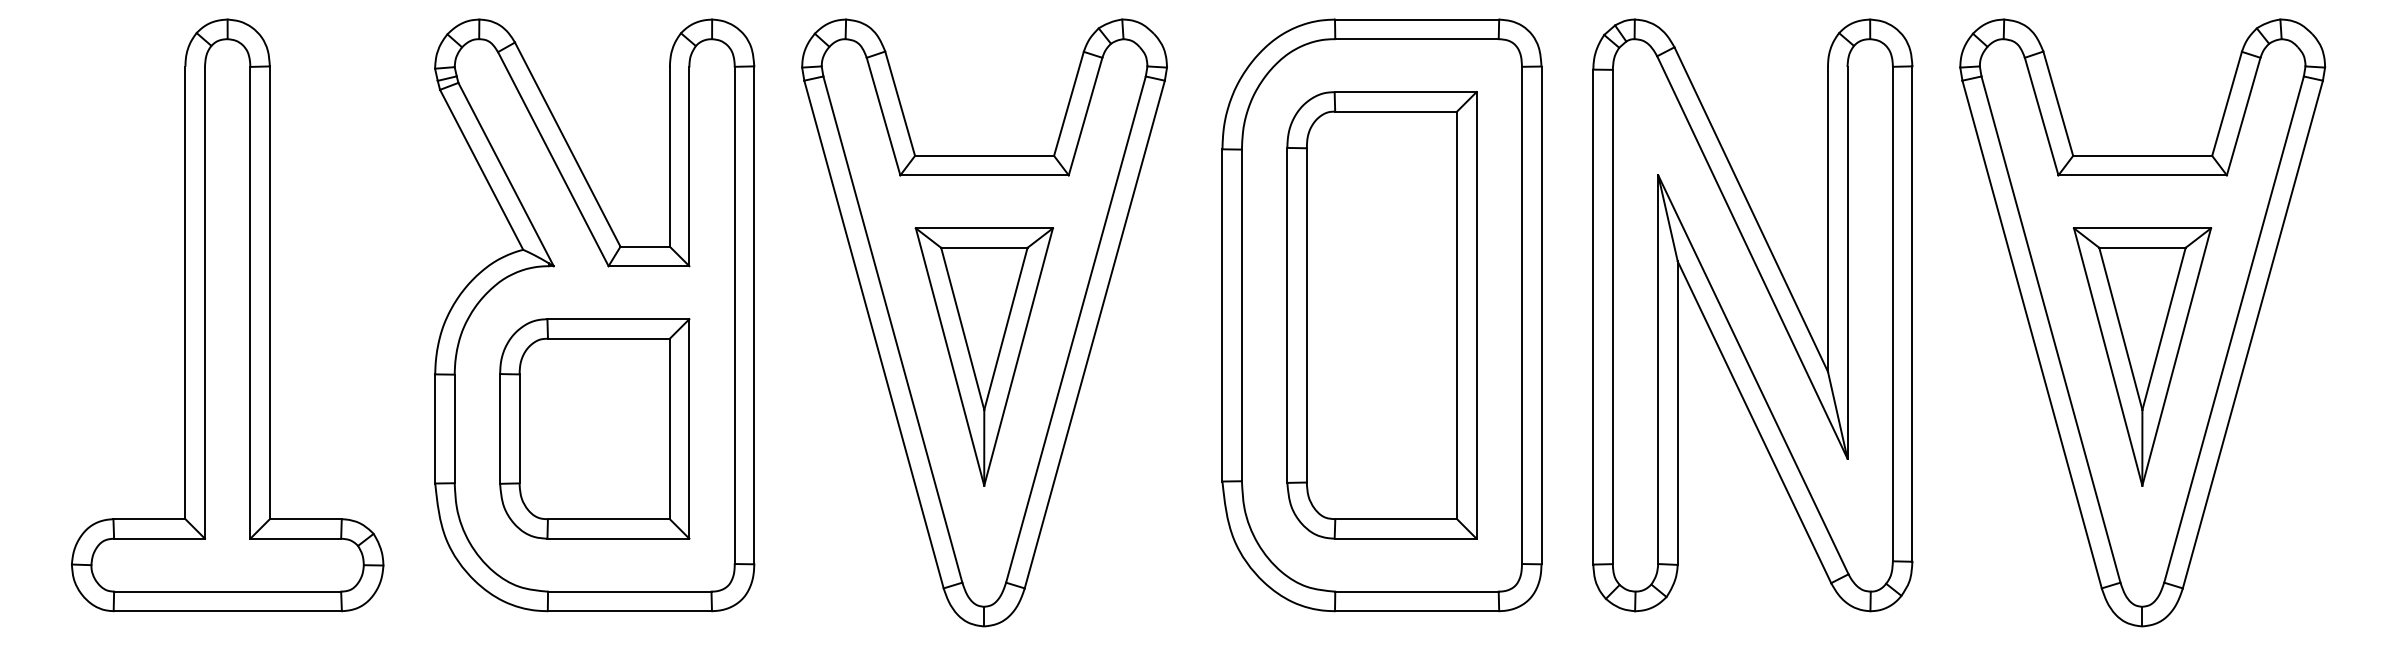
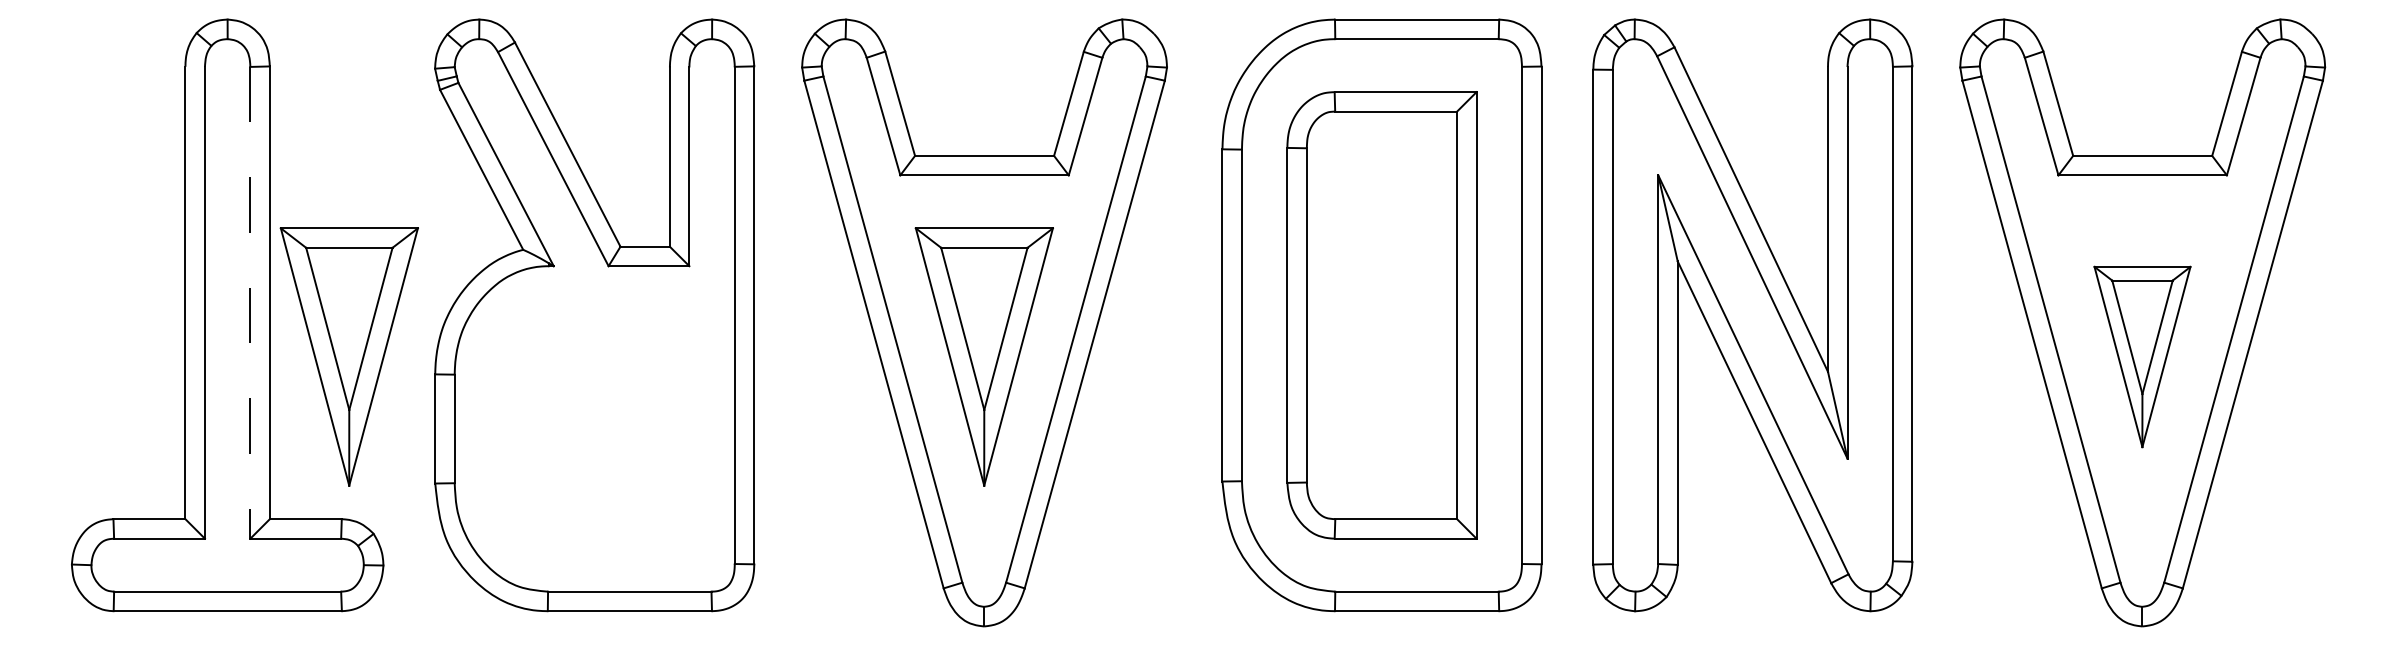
line at (250, 302): solid -> dashed
part at (348, 356): none -> present
part at (2142, 356) size: 141x260 px -> 99x184 px
part at (594, 428): present -> none
